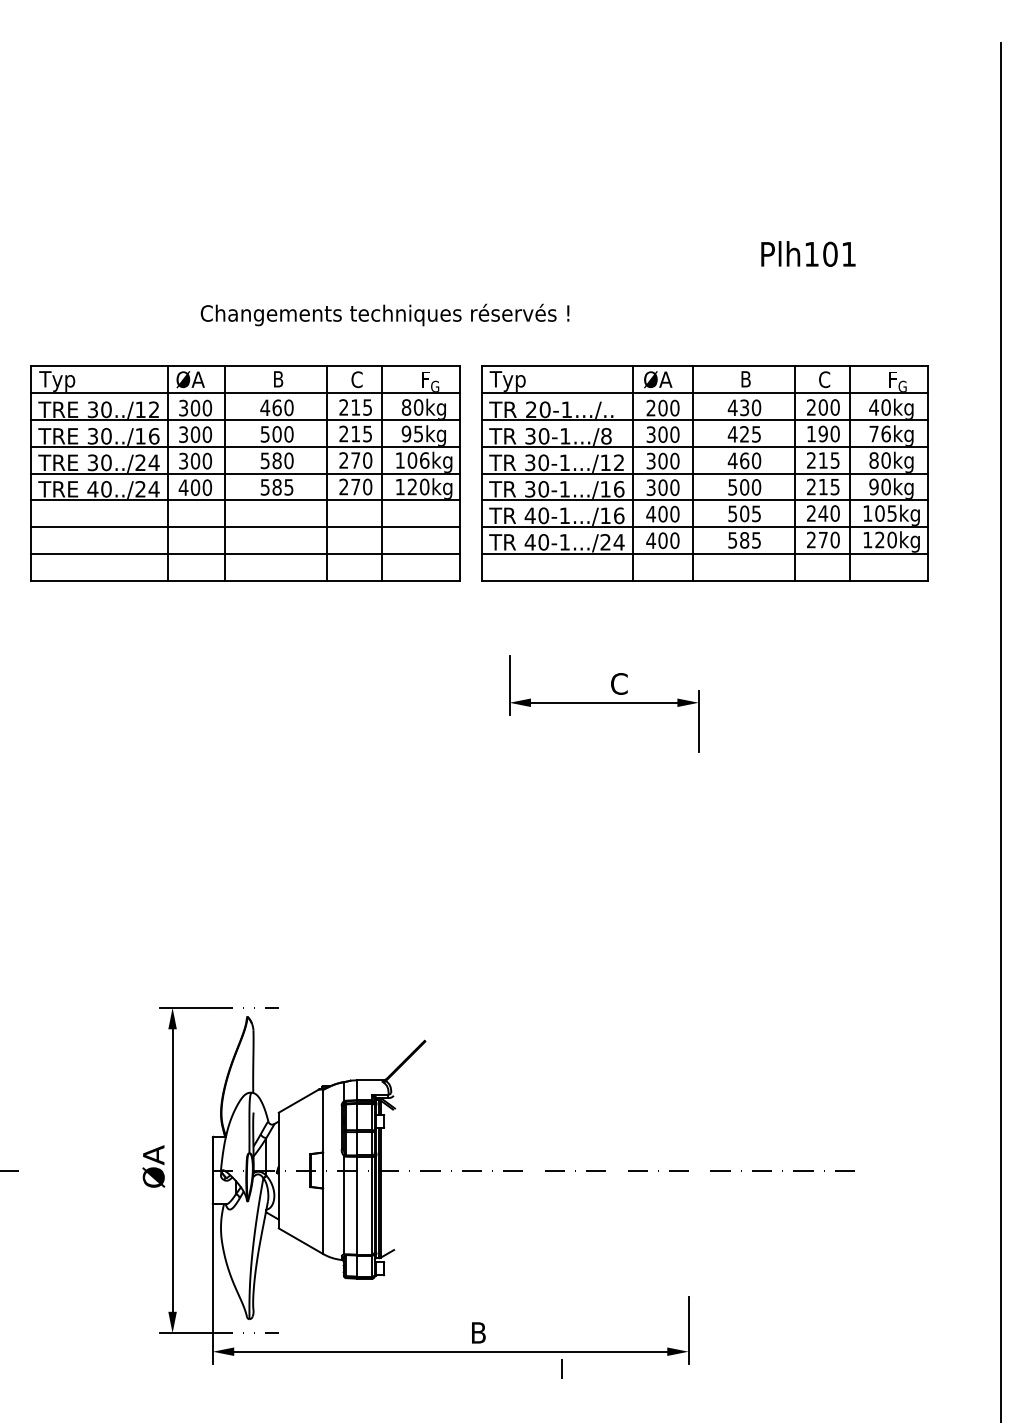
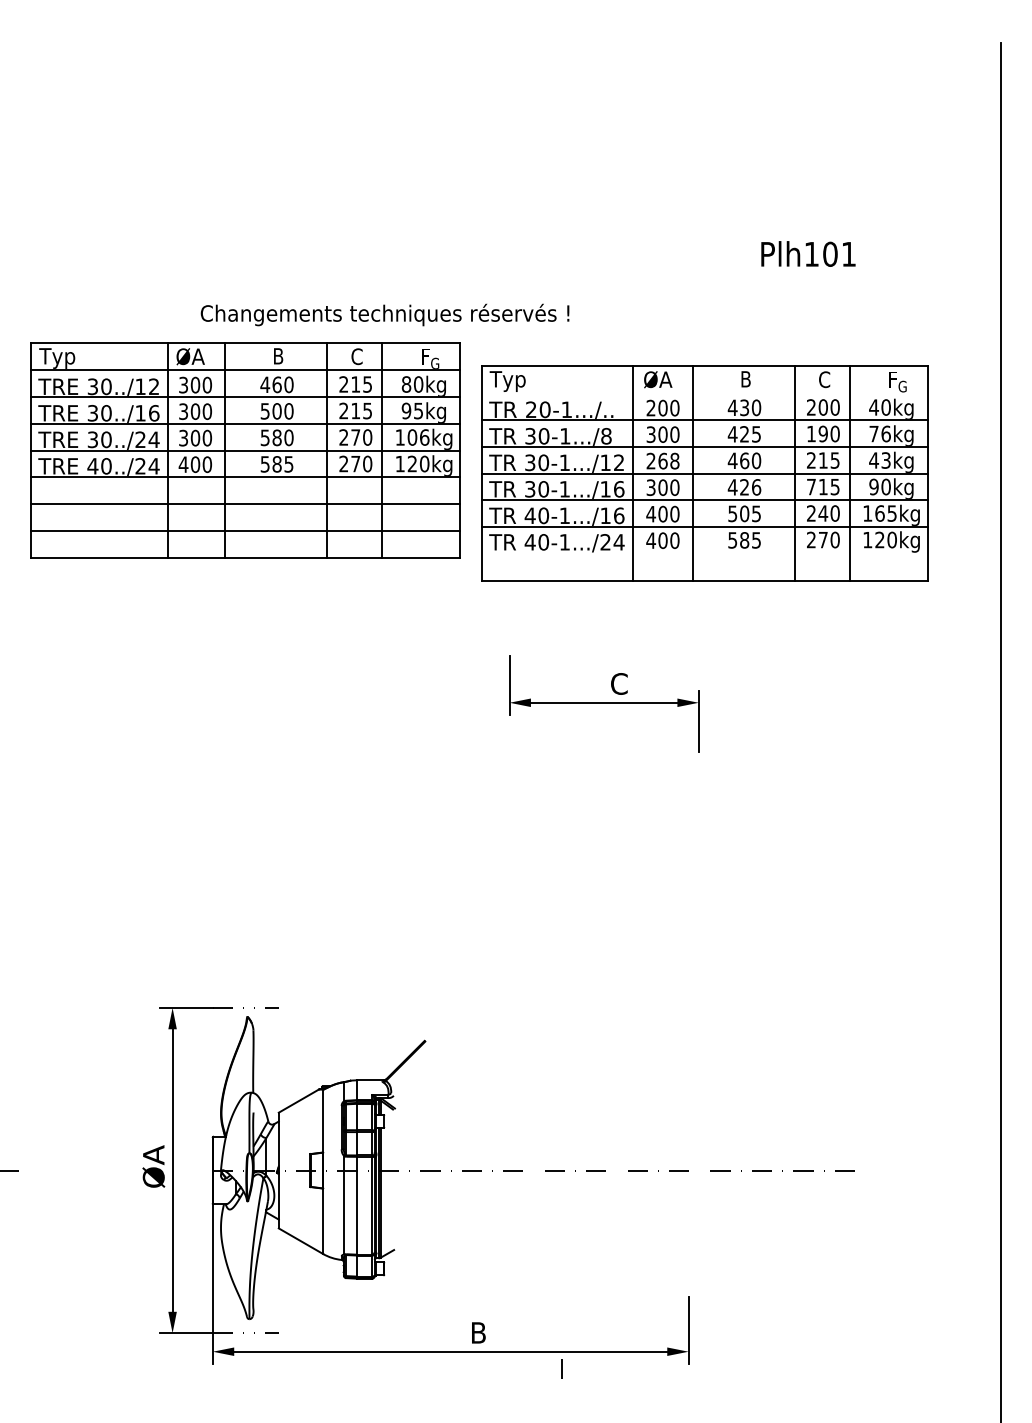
line at (704, 393): present -> none
text at (662, 460): 300 -> 268
text at (879, 460): 80kg -> 43kg
part at (245, 473) position: (245, 473) -> (245, 450)
text at (811, 486): 215 -> 715
text at (744, 487): 500 -> 426
text at (879, 513): 105kg -> 165kg
line at (704, 554): present -> none
